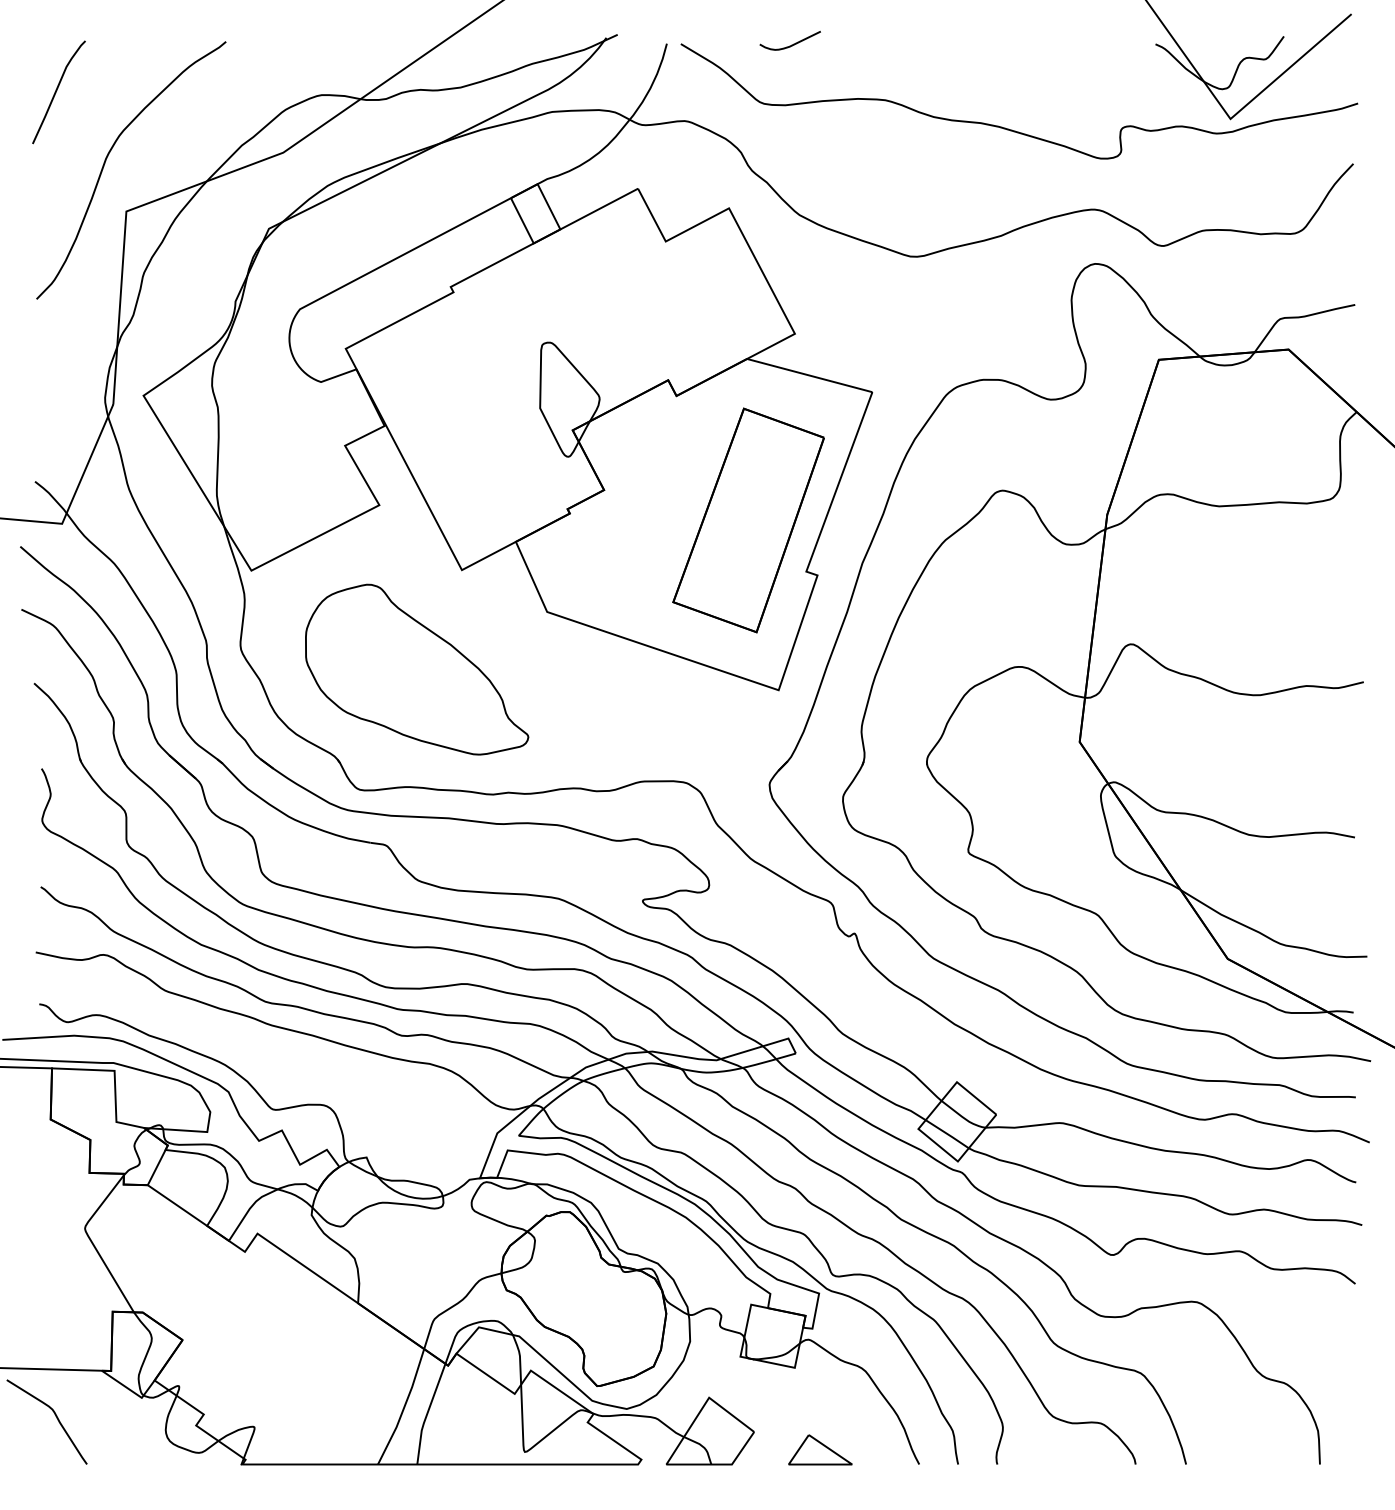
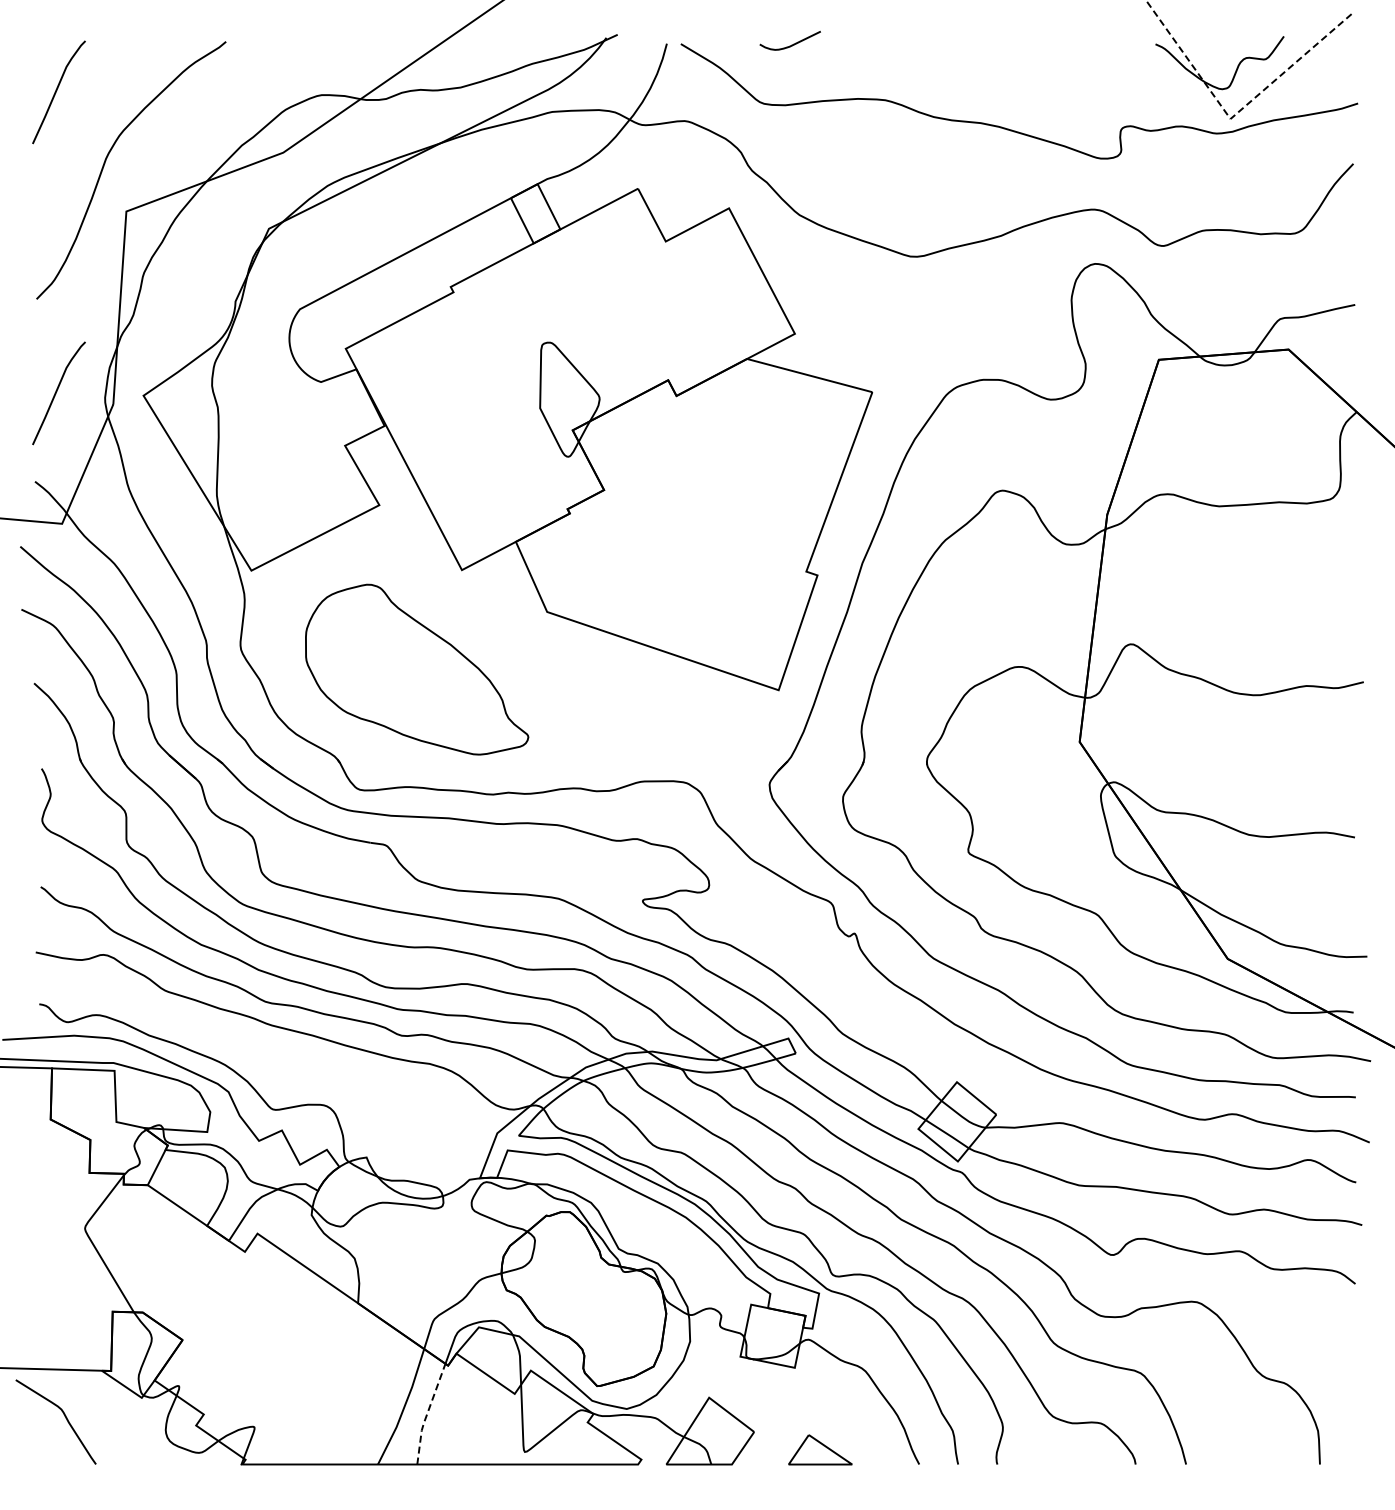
line at (1235, 114): solid -> dashed
curve at (56, 393): none -> present
part at (748, 520): present -> none
line at (427, 1413): solid -> dashed
curve at (55, 1416) position: (55, 1416) -> (64, 1416)
